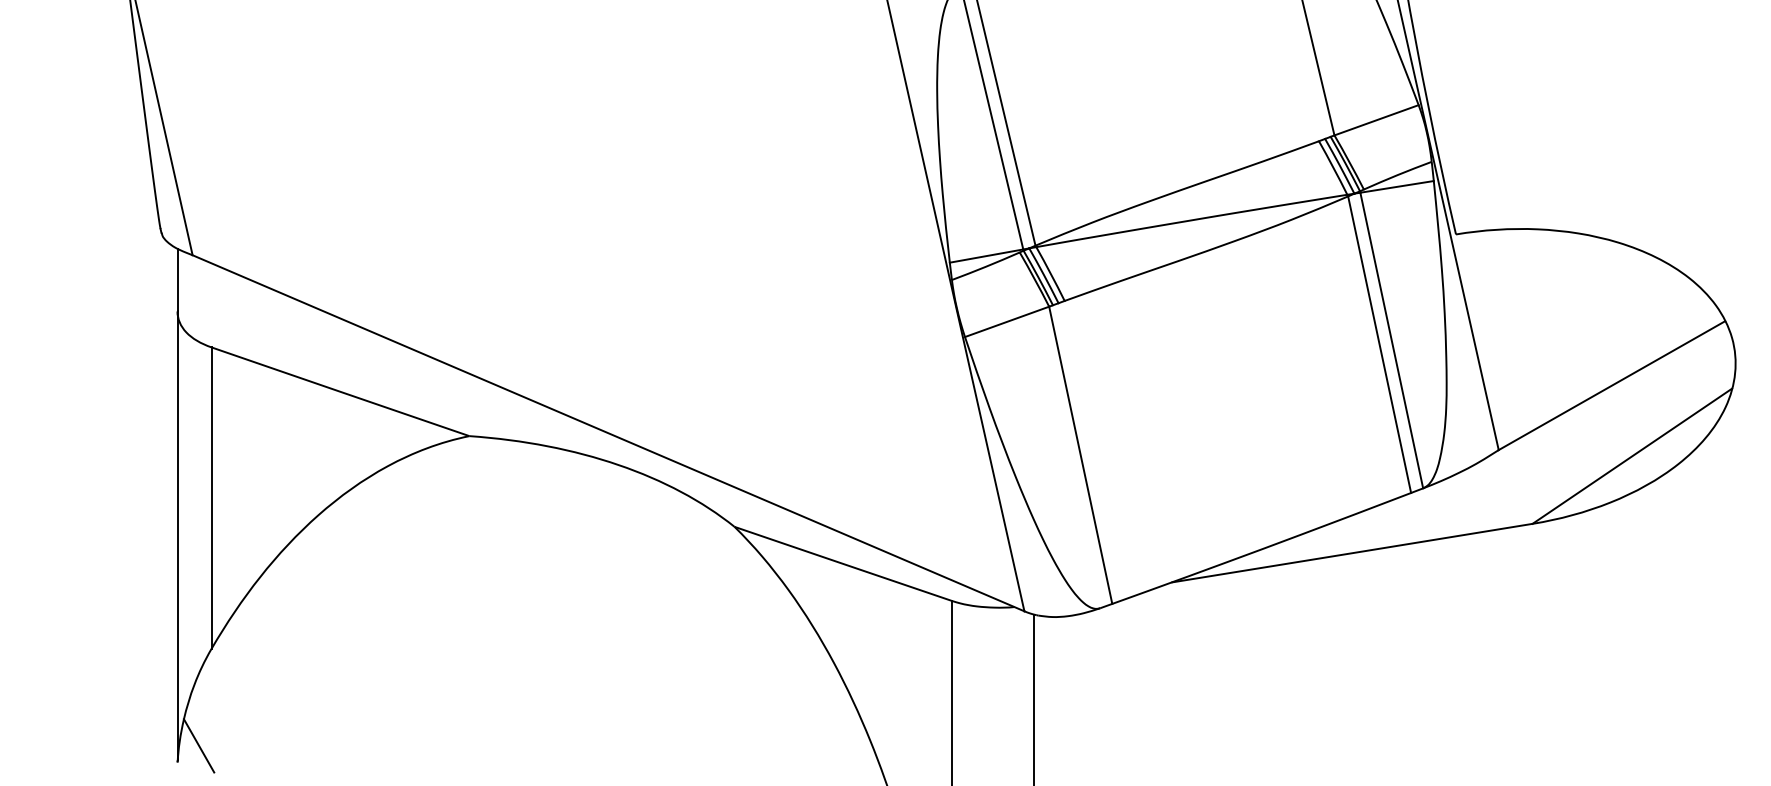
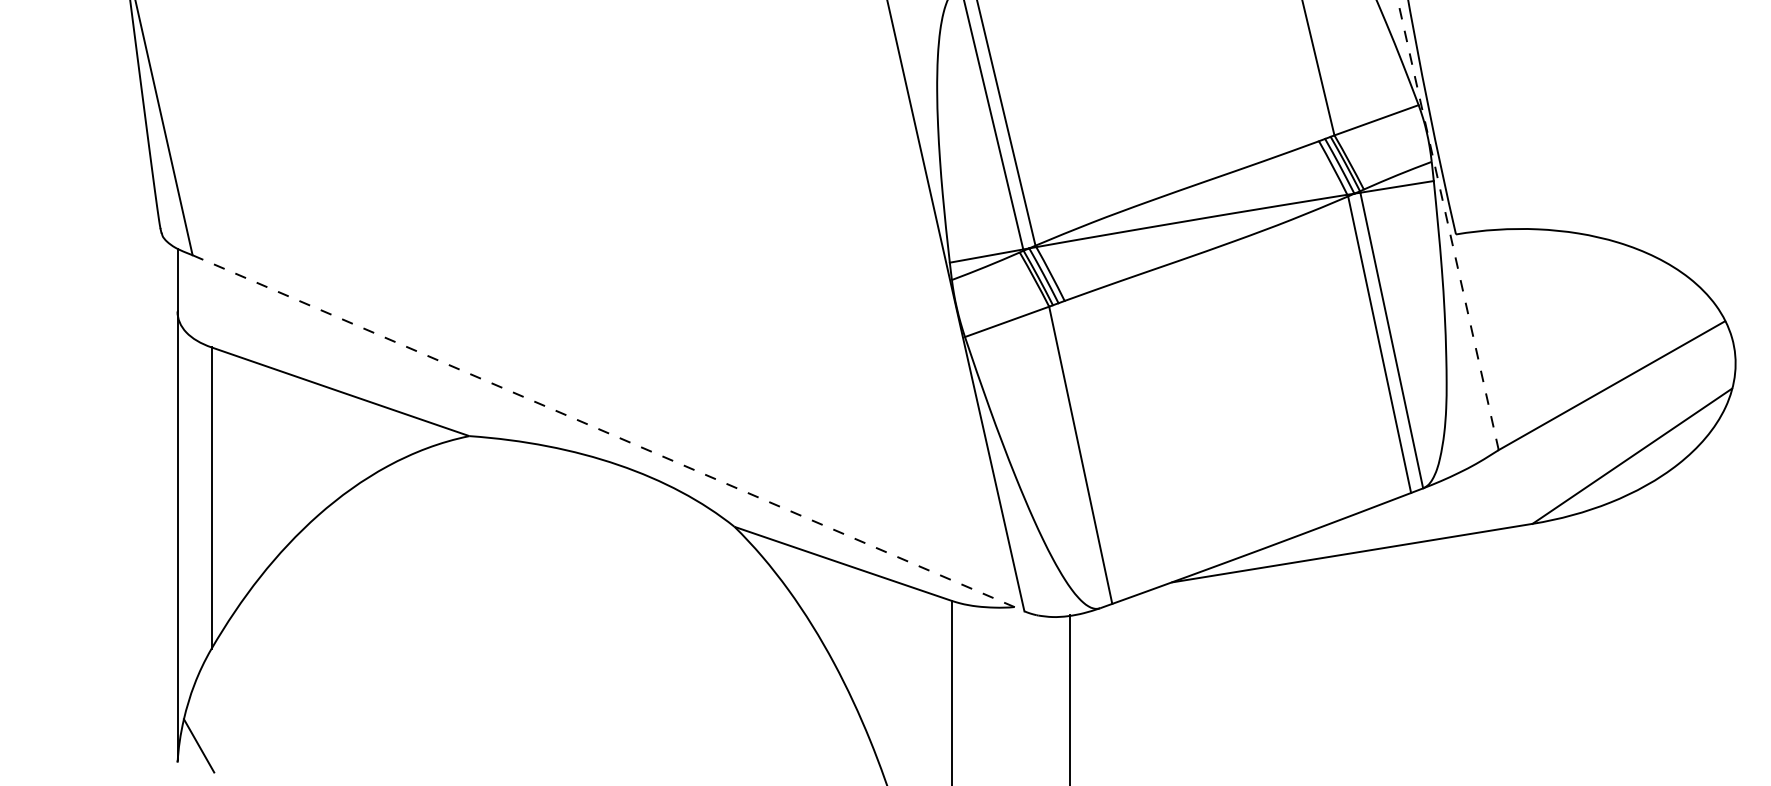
line at (1448, 224): solid -> dashed
line at (608, 433): solid -> dashed
line at (1034, 698) position: (1034, 698) -> (1070, 698)
